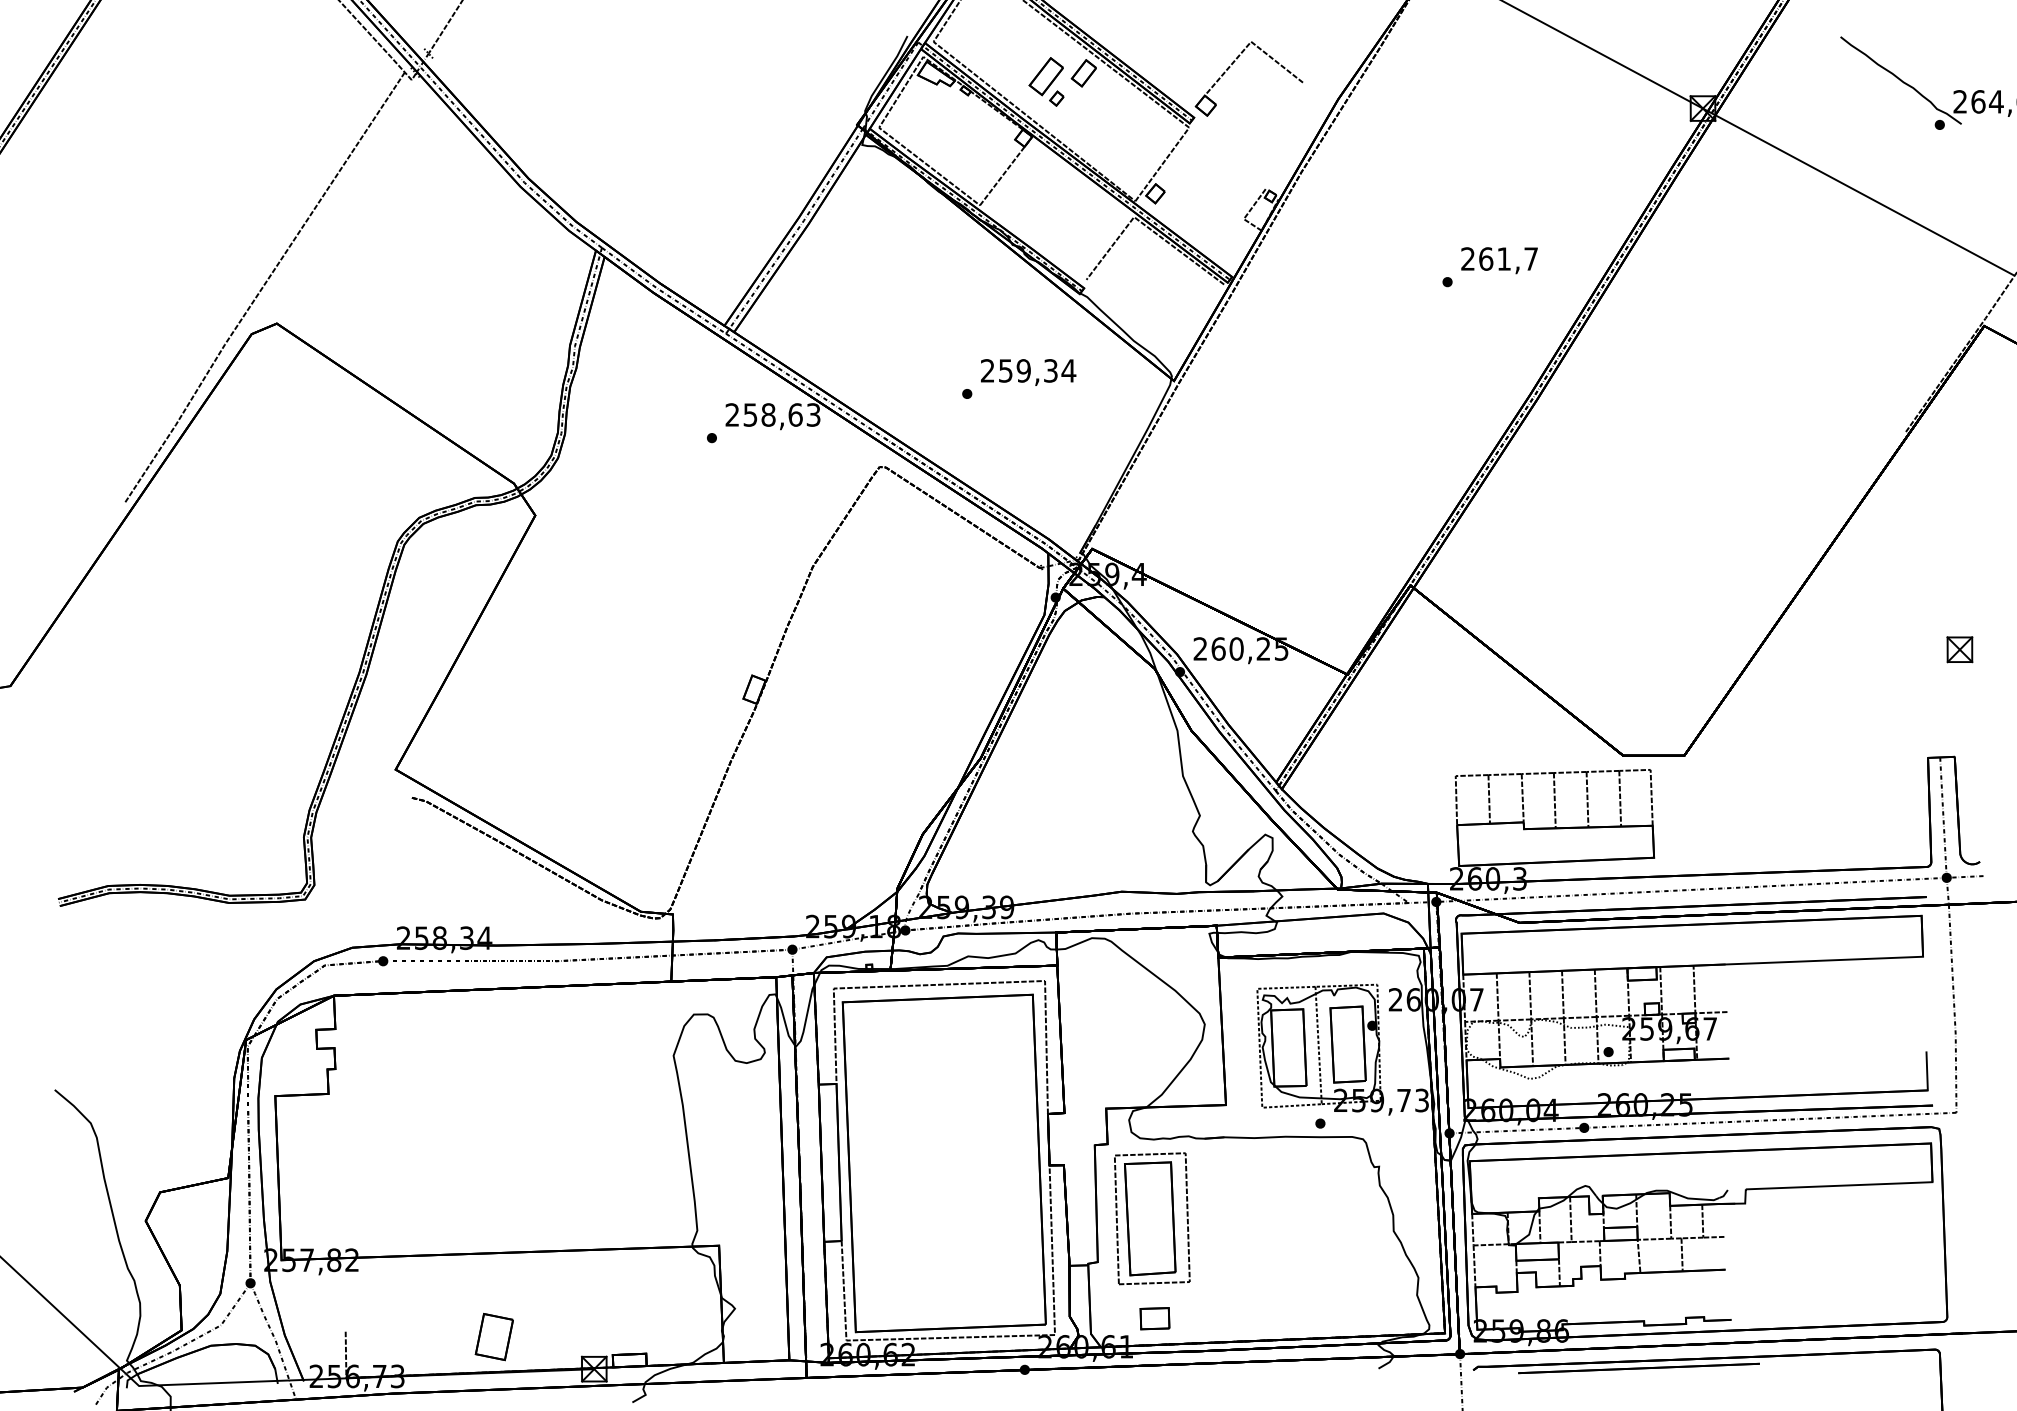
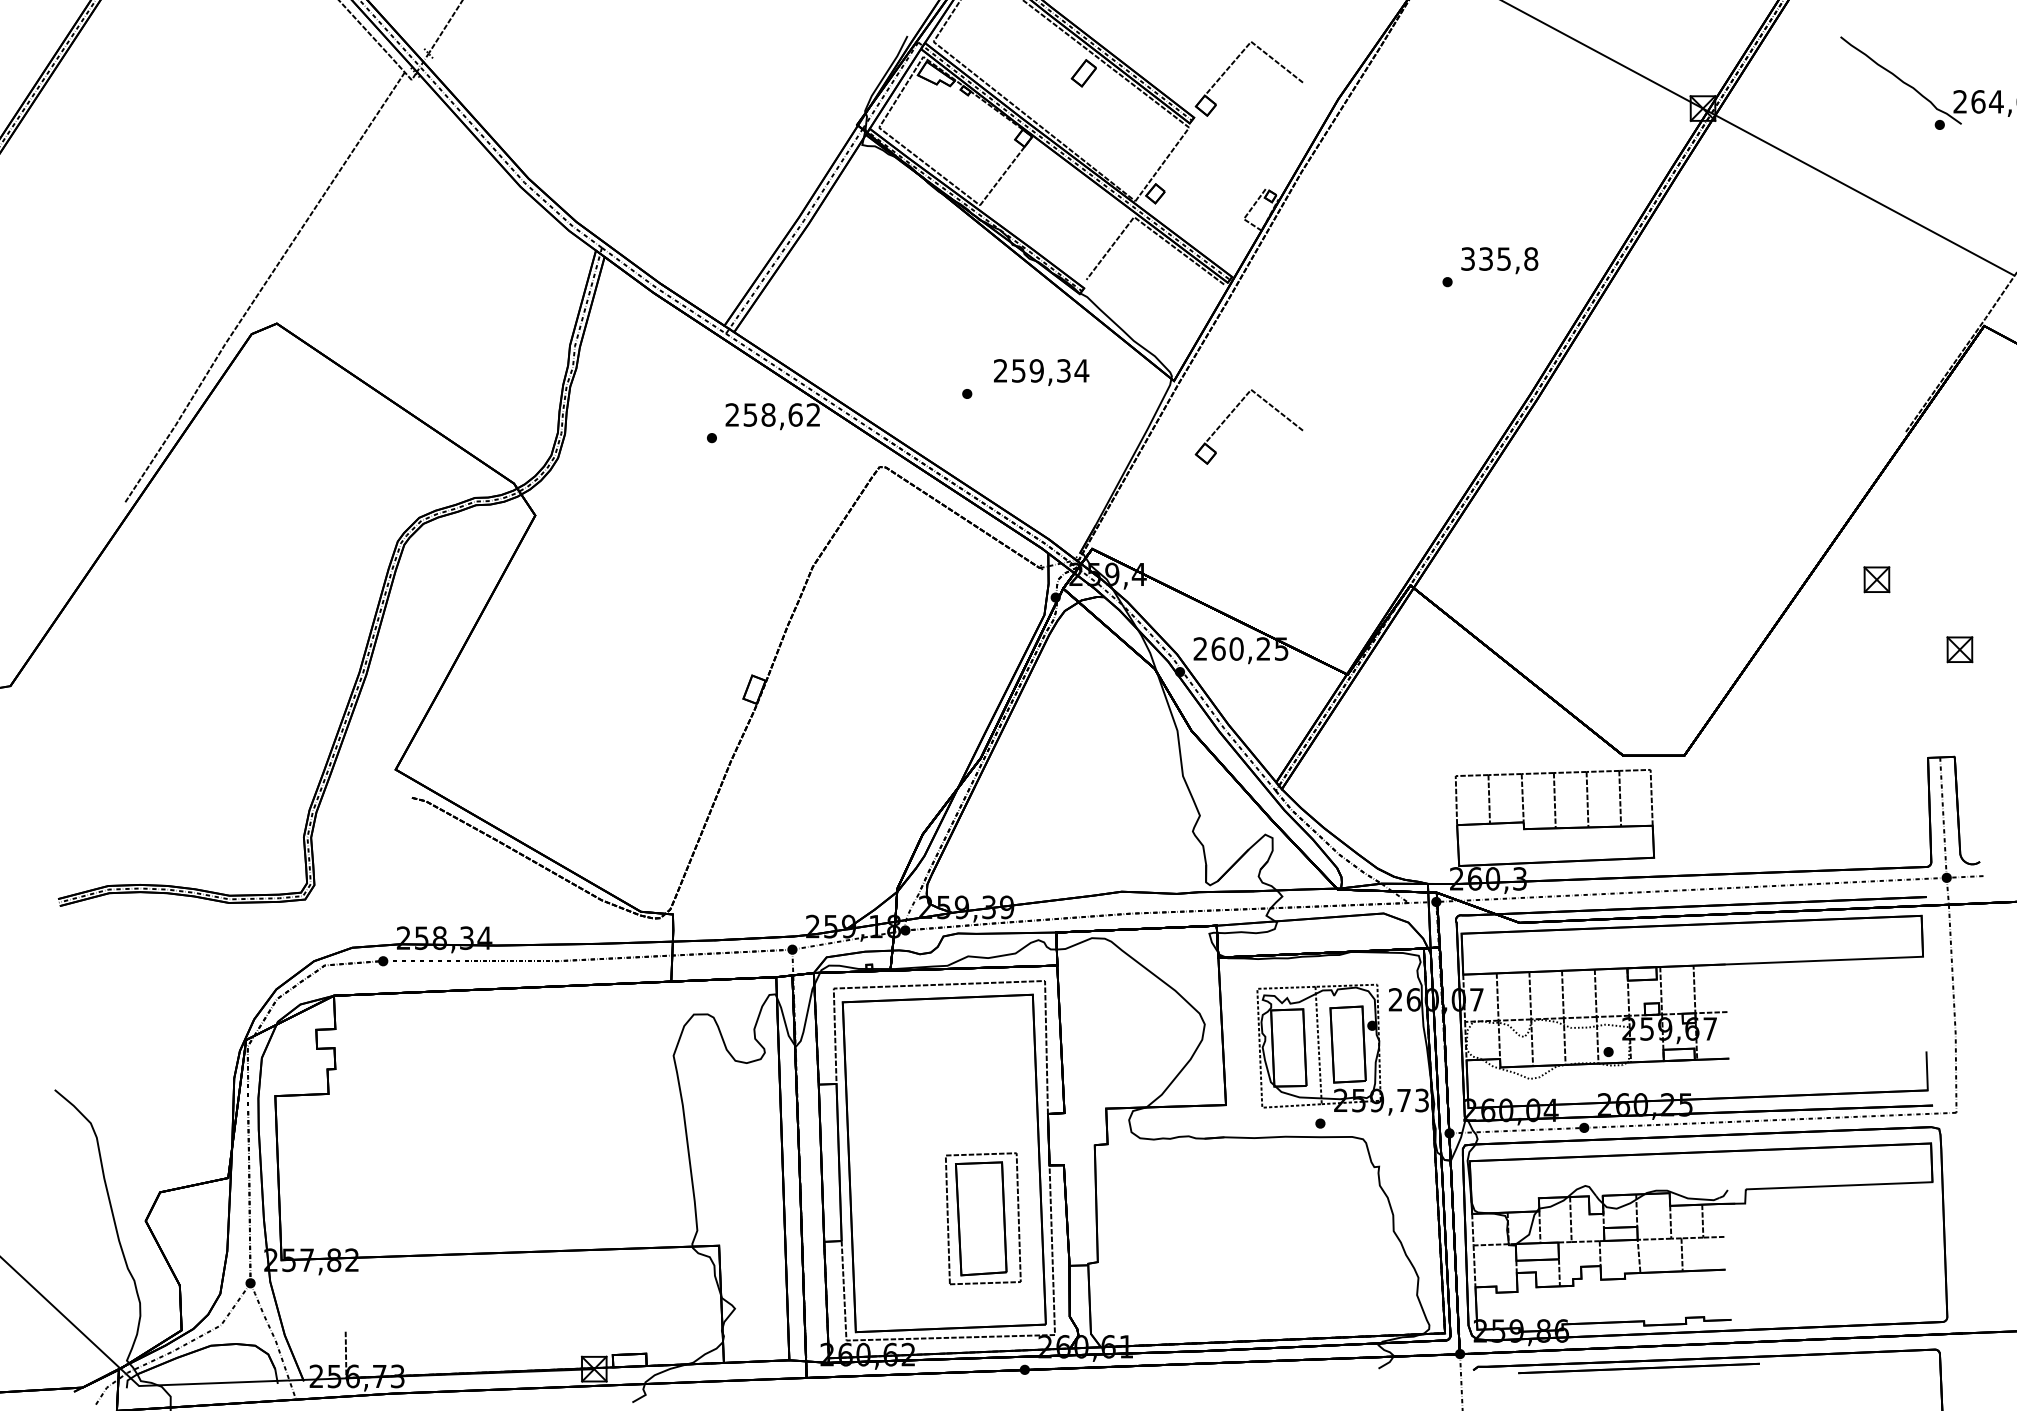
part at (1046, 81): present -> none
text at (1499, 258): 261,7 -> 335,8
text at (1028, 372) position: (1028, 372) -> (1041, 372)
text at (813, 414): 258,63 -> 258,62
part at (1230, 415): none -> present
part at (1876, 579): none -> present
part at (1152, 1218) position: (1152, 1218) -> (983, 1218)
part at (1154, 1318): present -> none
part at (493, 1337): present -> none
